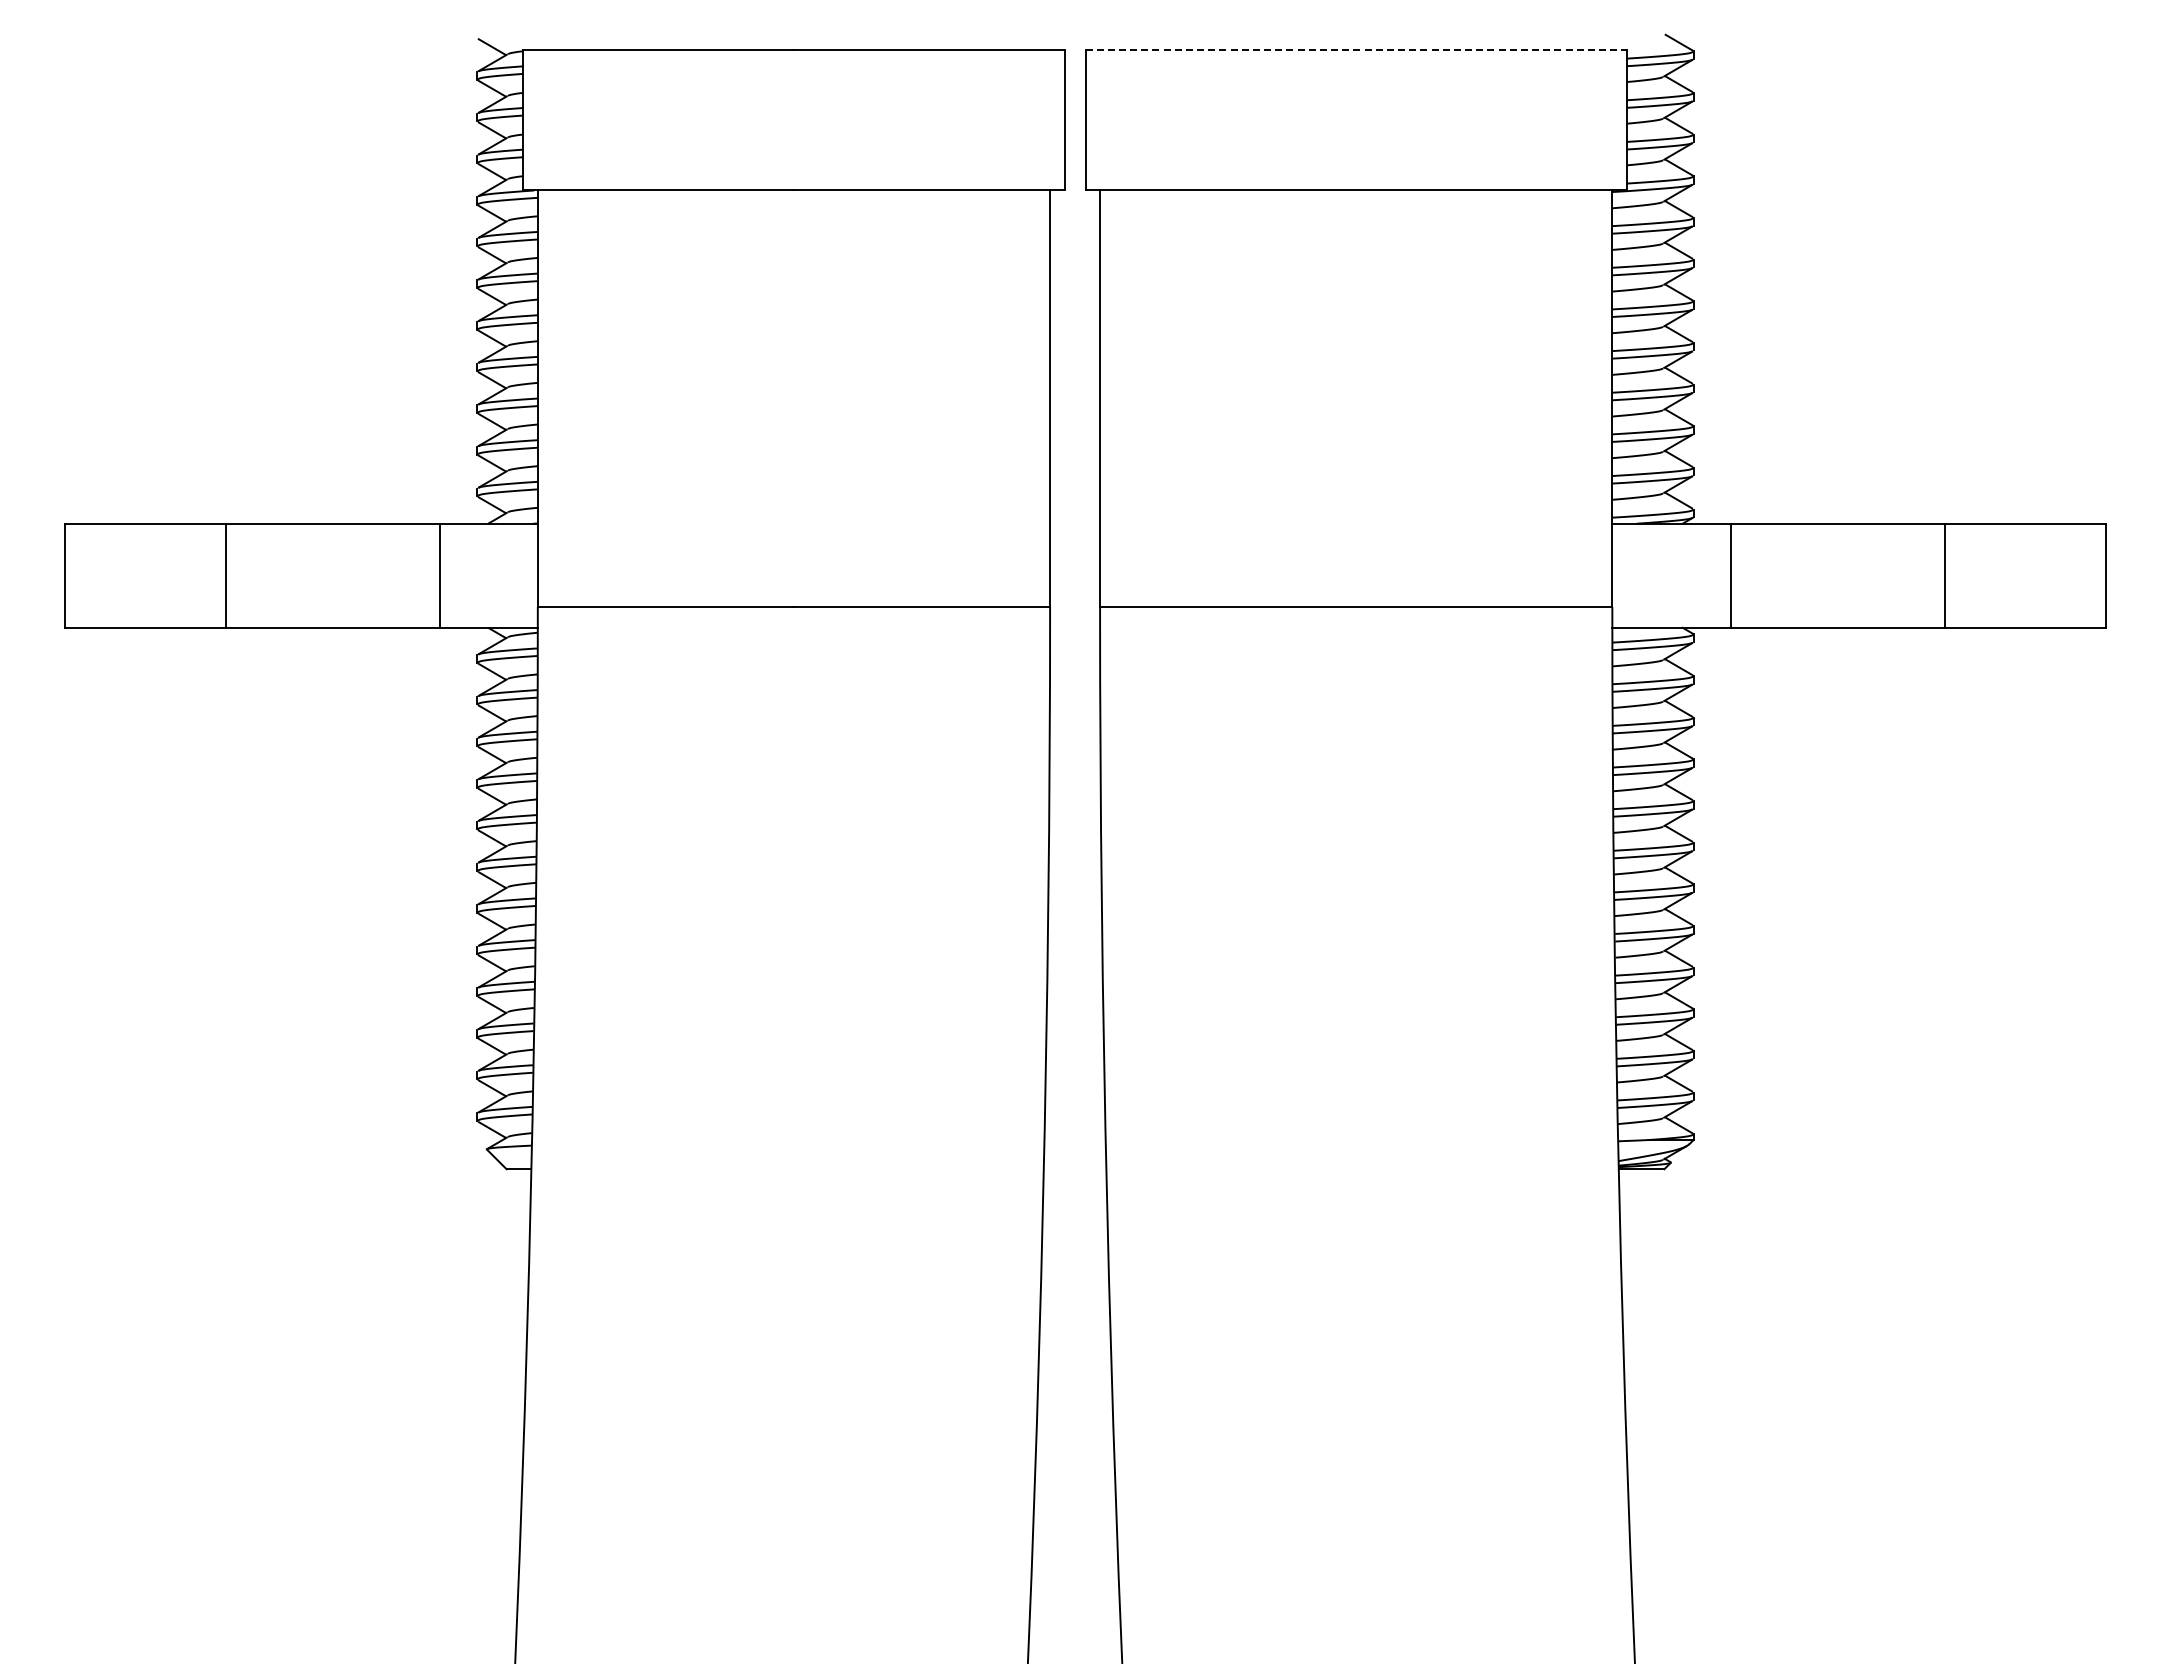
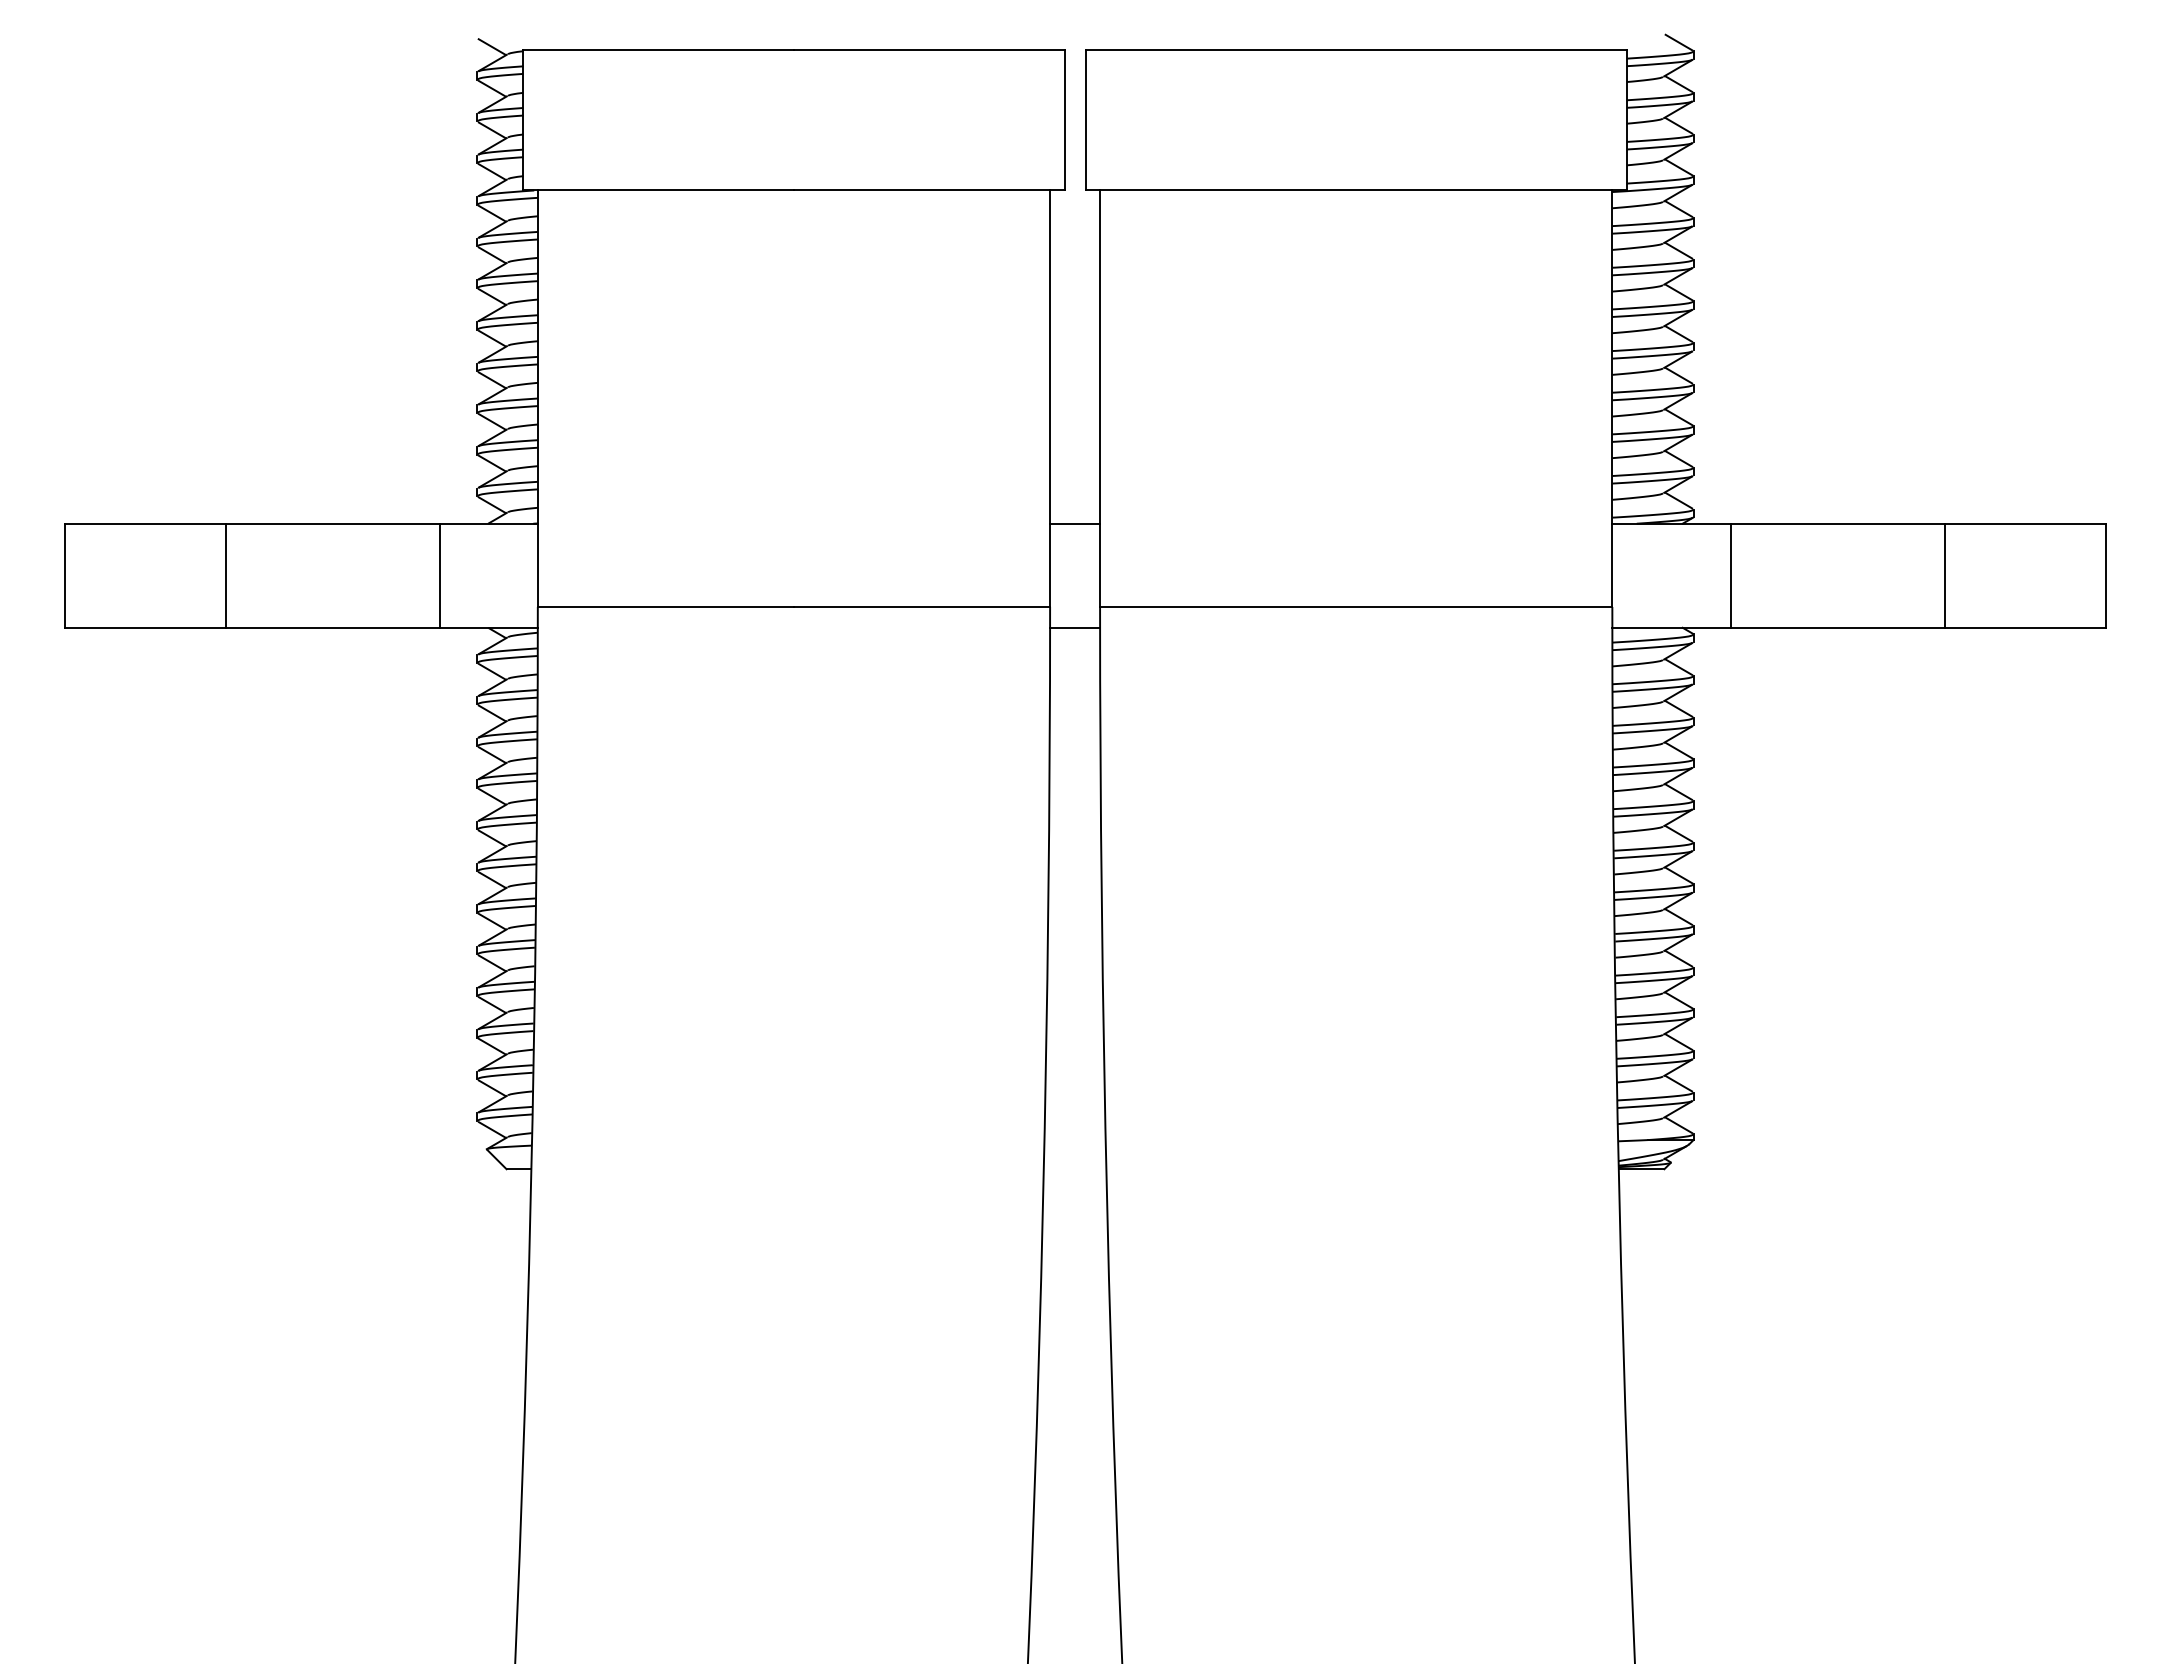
line at (1356, 49): dashed -> solid
line at (1075, 523): none -> present
line at (1075, 627): none -> present
